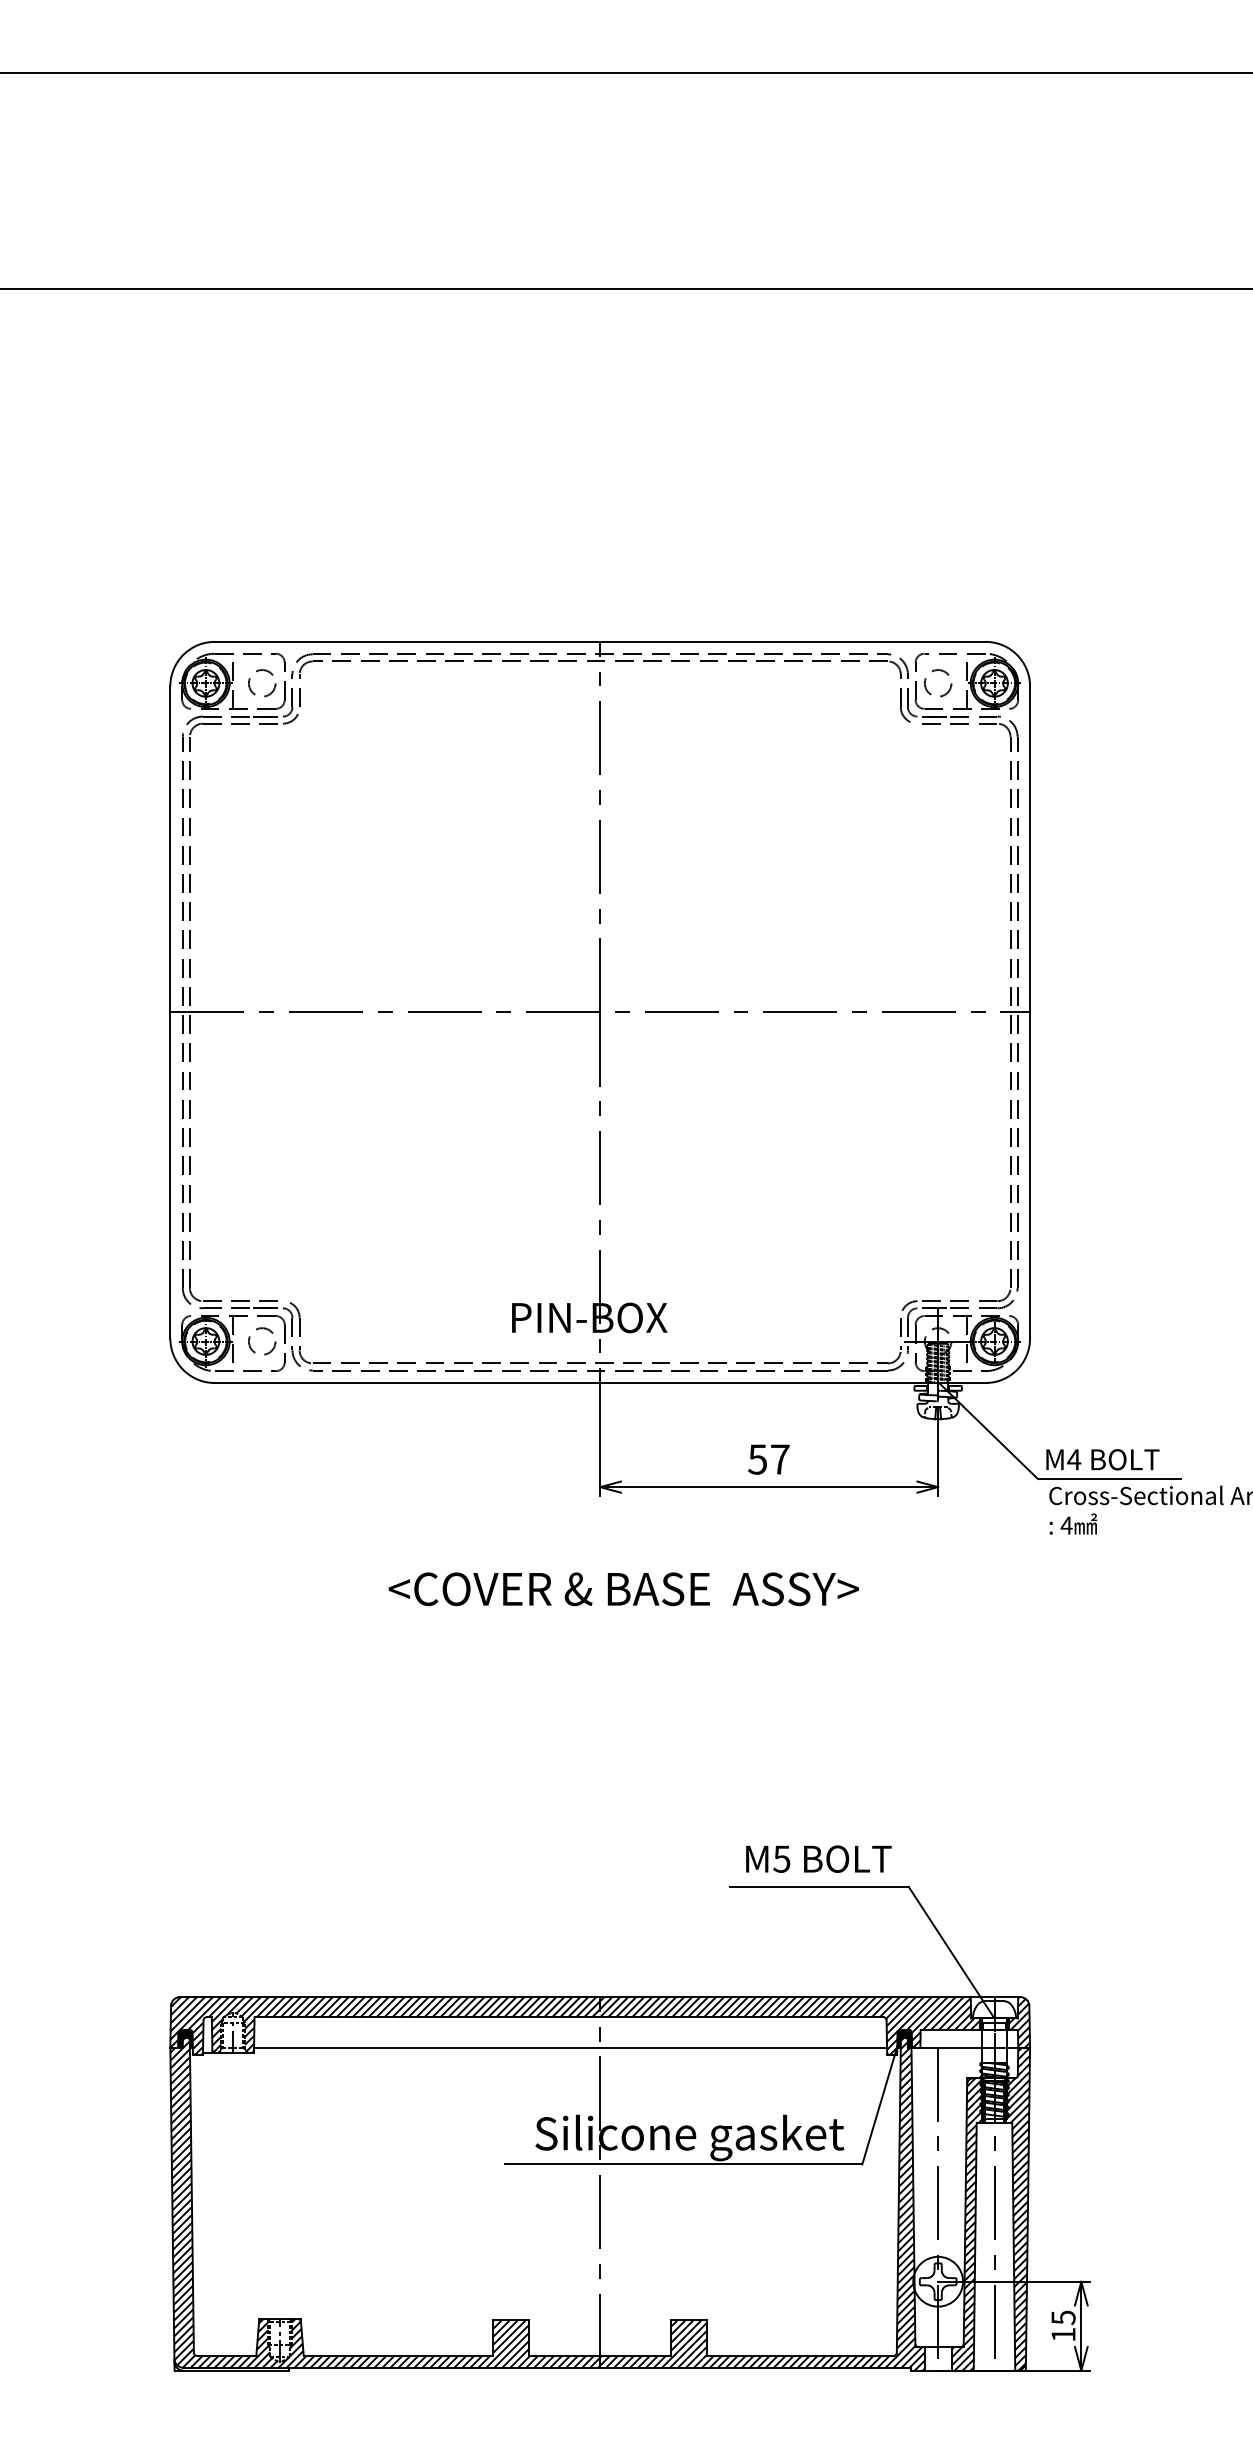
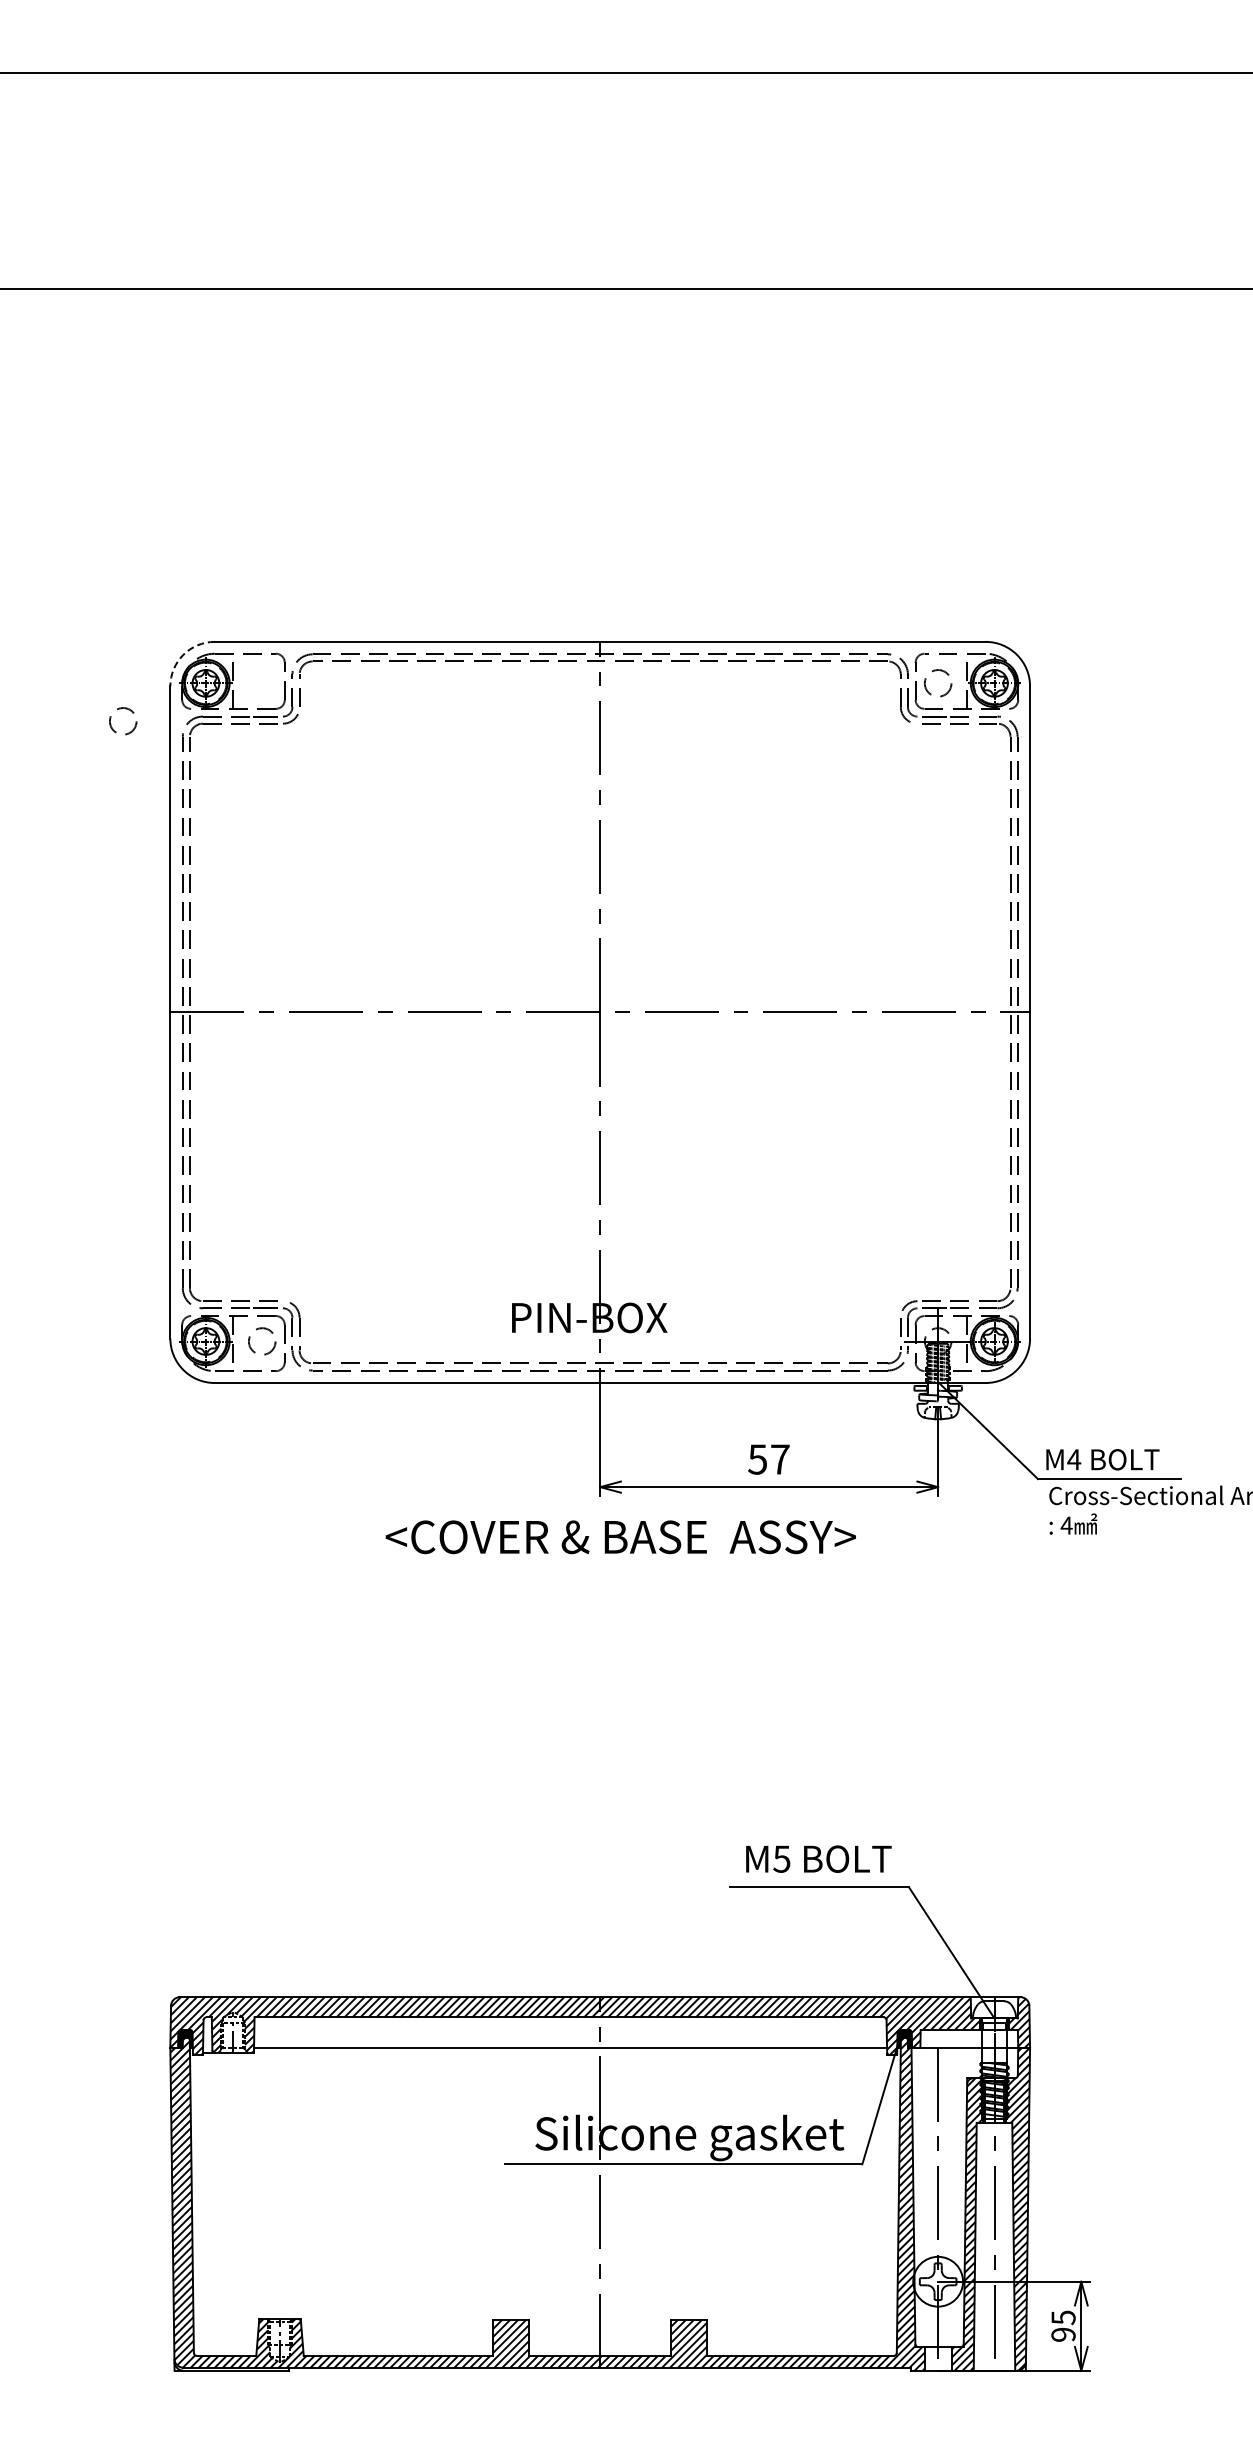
arc at (183, 654): solid -> dashed
circle at (262, 683) position: (262, 683) -> (123, 721)
text at (623, 1589) position: (623, 1589) -> (620, 1537)
text at (1063, 2334): 15 -> 95
